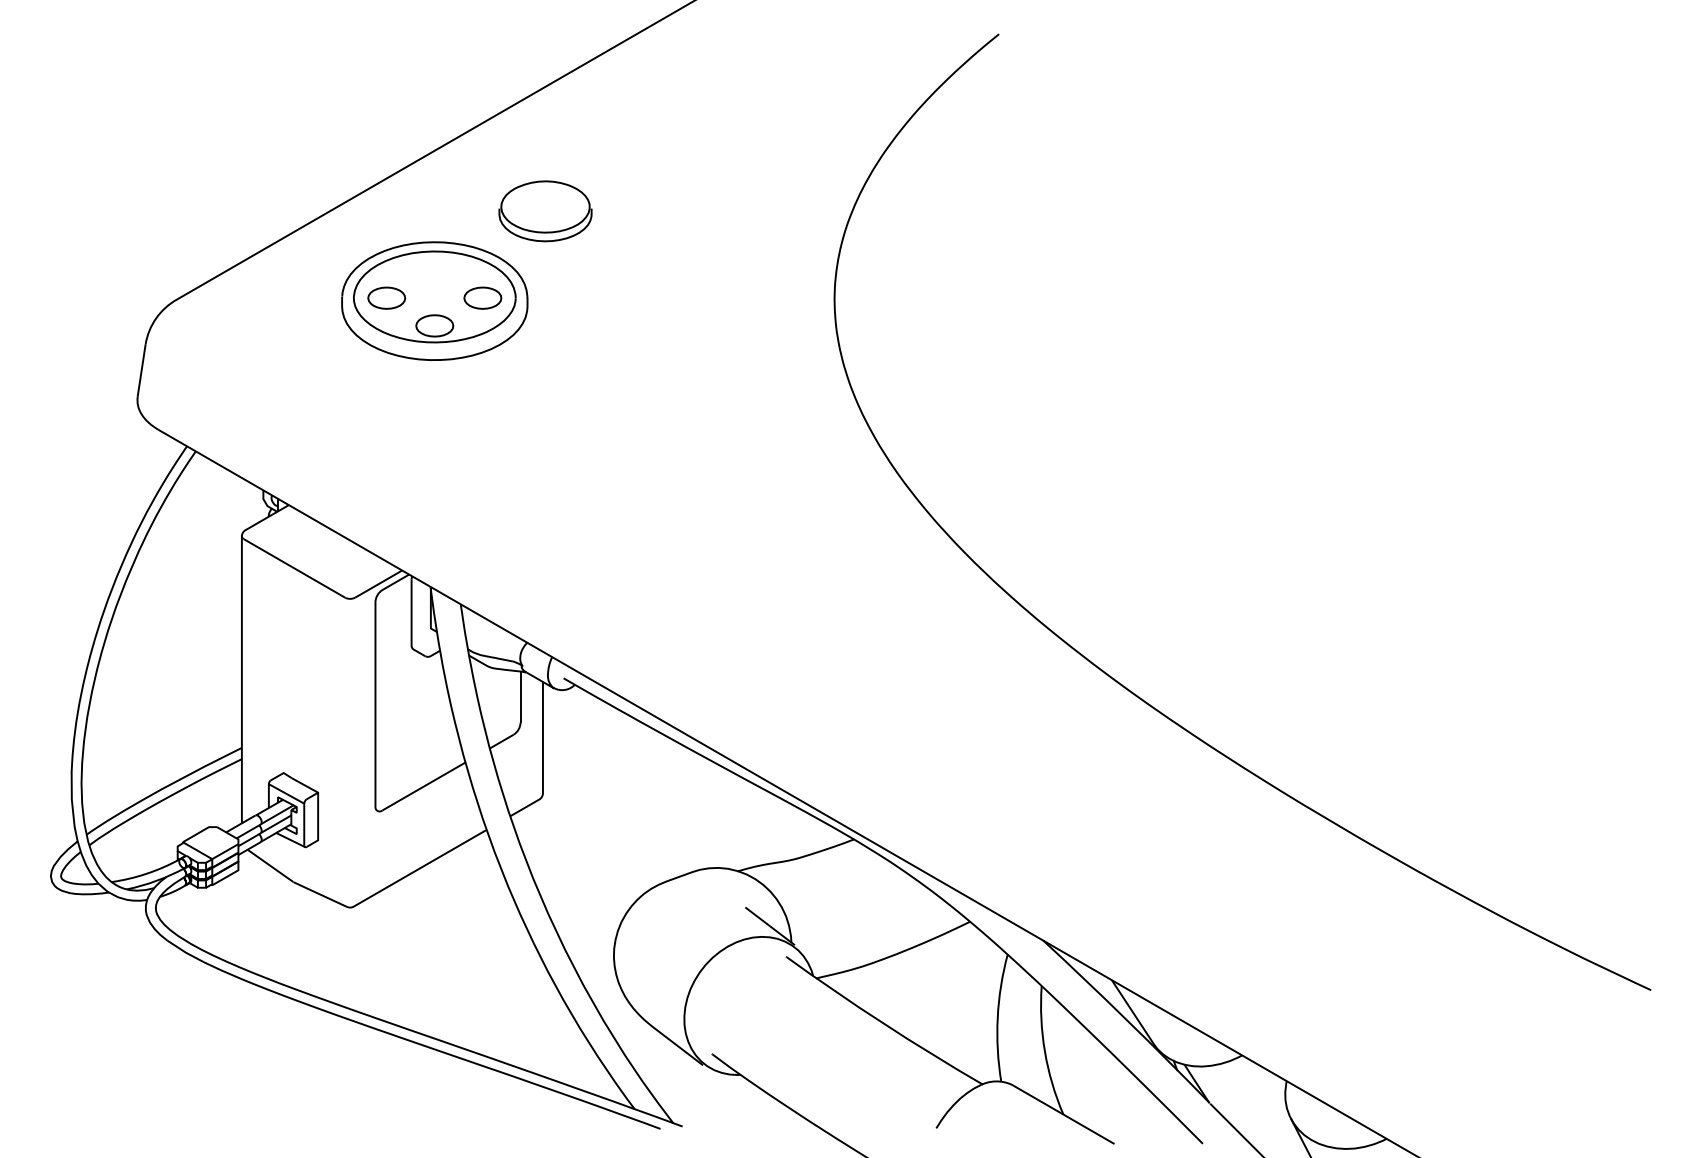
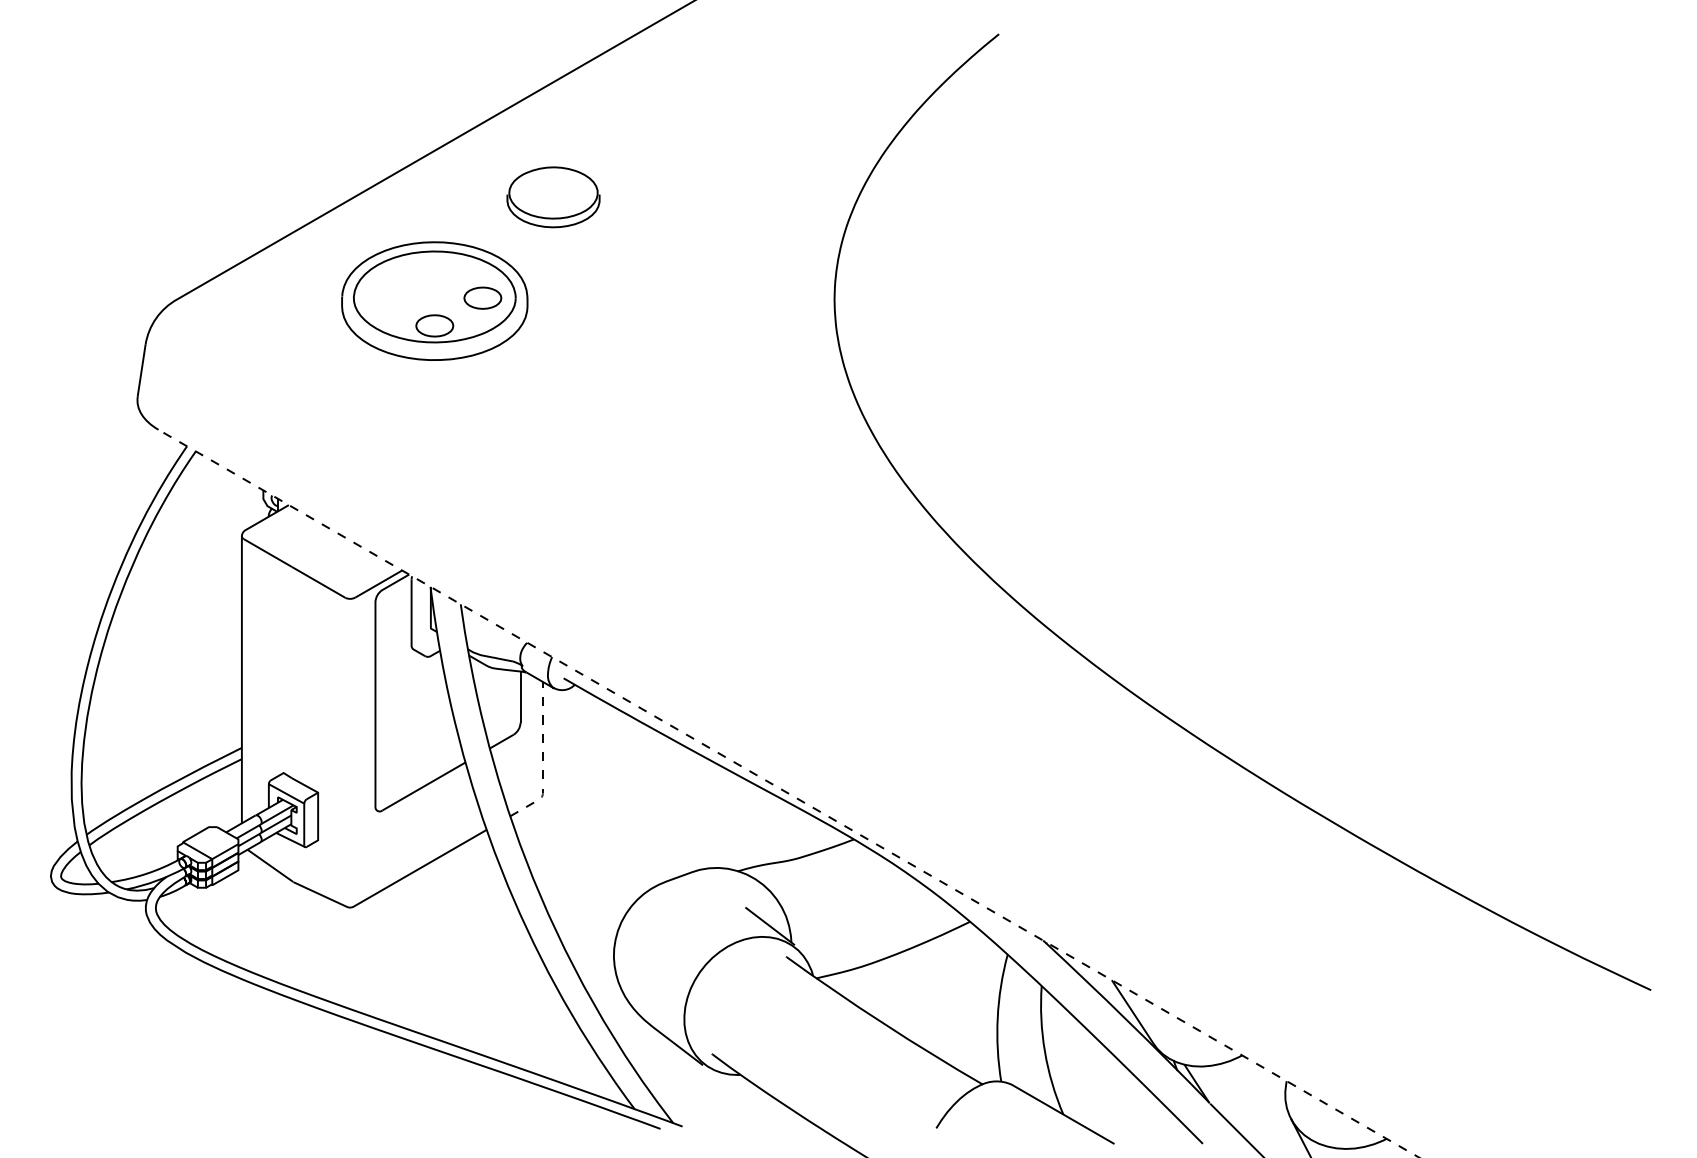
part at (545, 211) position: (545, 211) -> (553, 197)
part at (386, 297): present -> none
line at (542, 760): solid -> dashed
line at (788, 793): solid -> dashed
